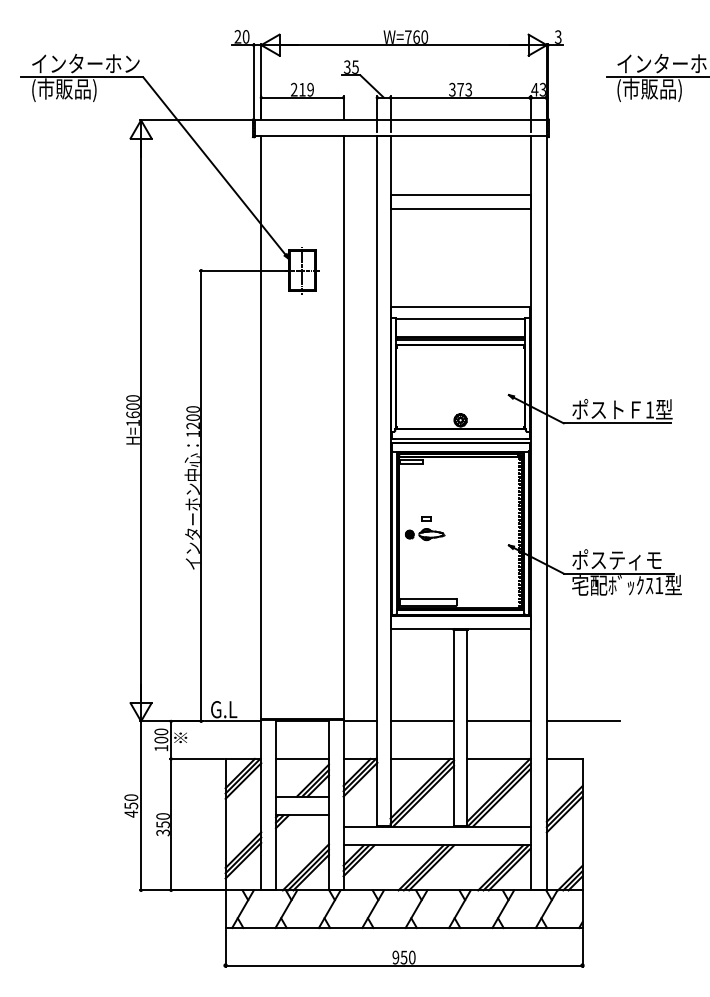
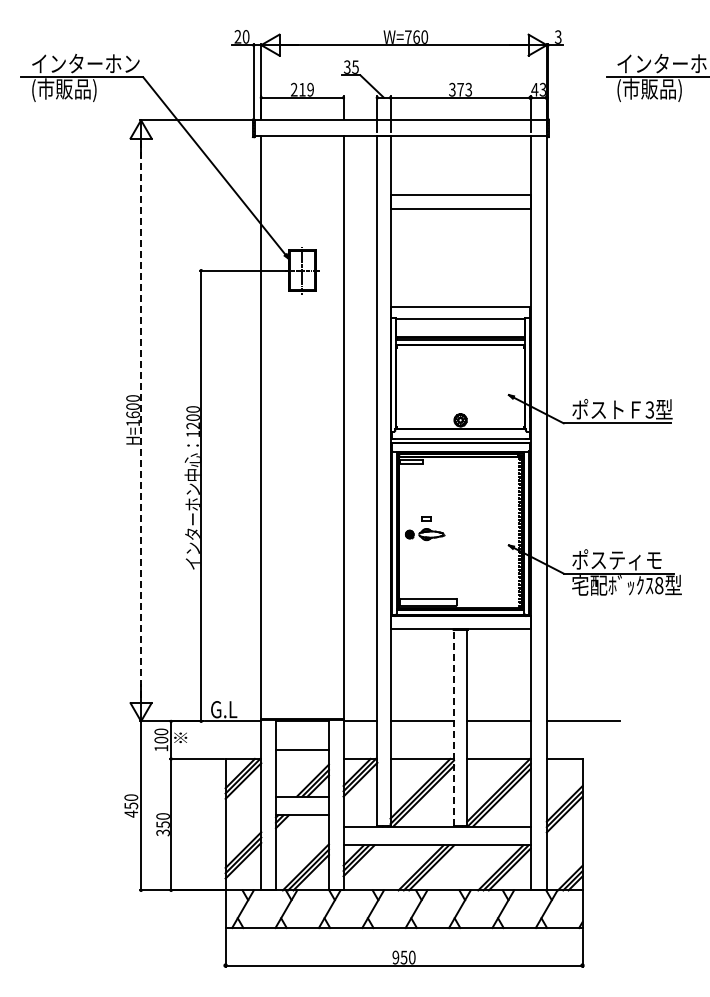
text at (649, 409): 1 -> 3
line at (141, 420): solid -> dashed
text at (659, 585): 1 -> 8
line at (454, 727): solid -> dashed
line at (301, 758) position: (301, 758) -> (301, 749)
